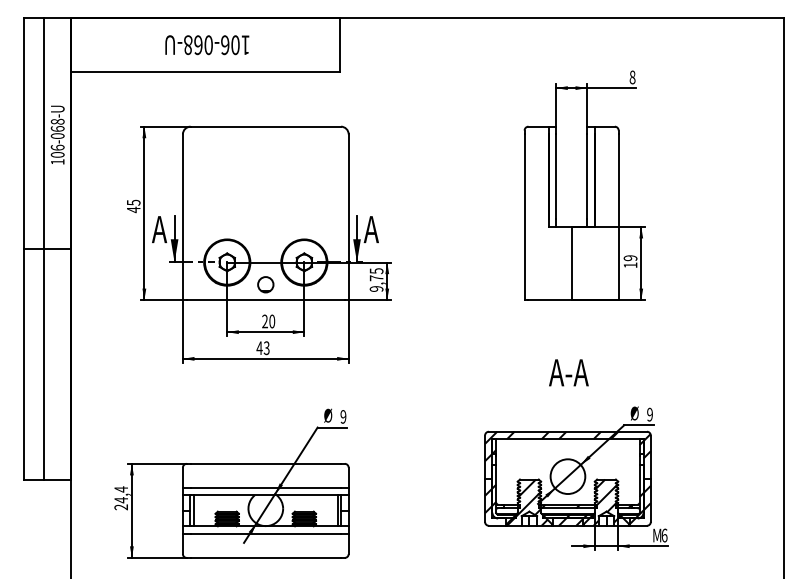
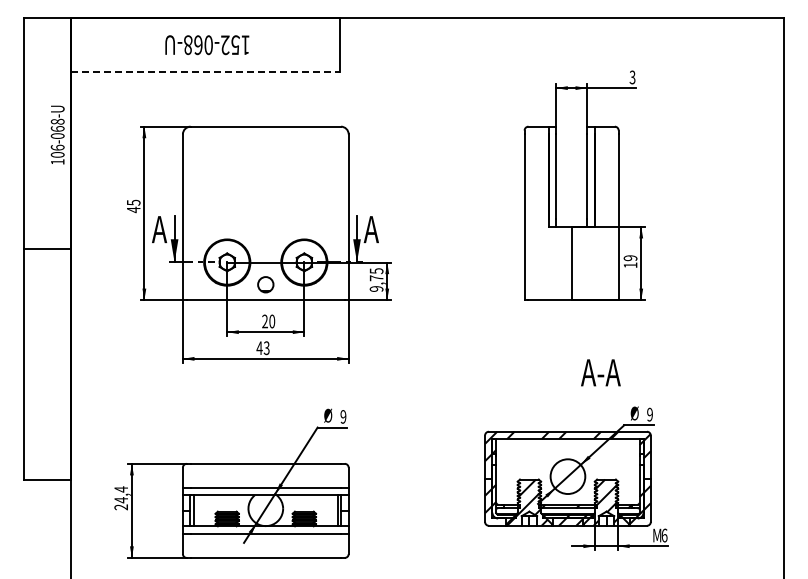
text at (230, 45): 106-068-U -> 152-068-U
line at (205, 71): solid -> dashed
text at (632, 77): 8 -> 3
line at (43, 248): present -> none
text at (568, 372) position: (568, 372) -> (600, 372)
